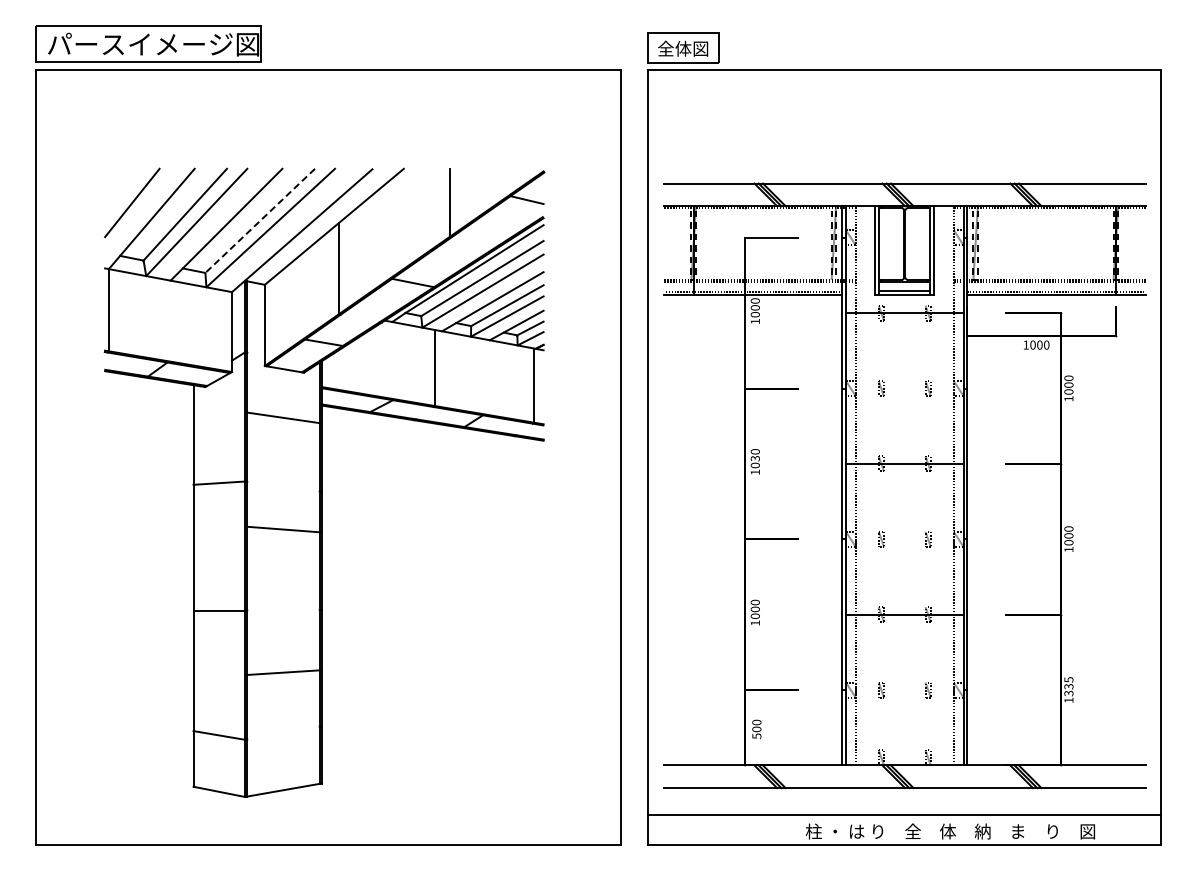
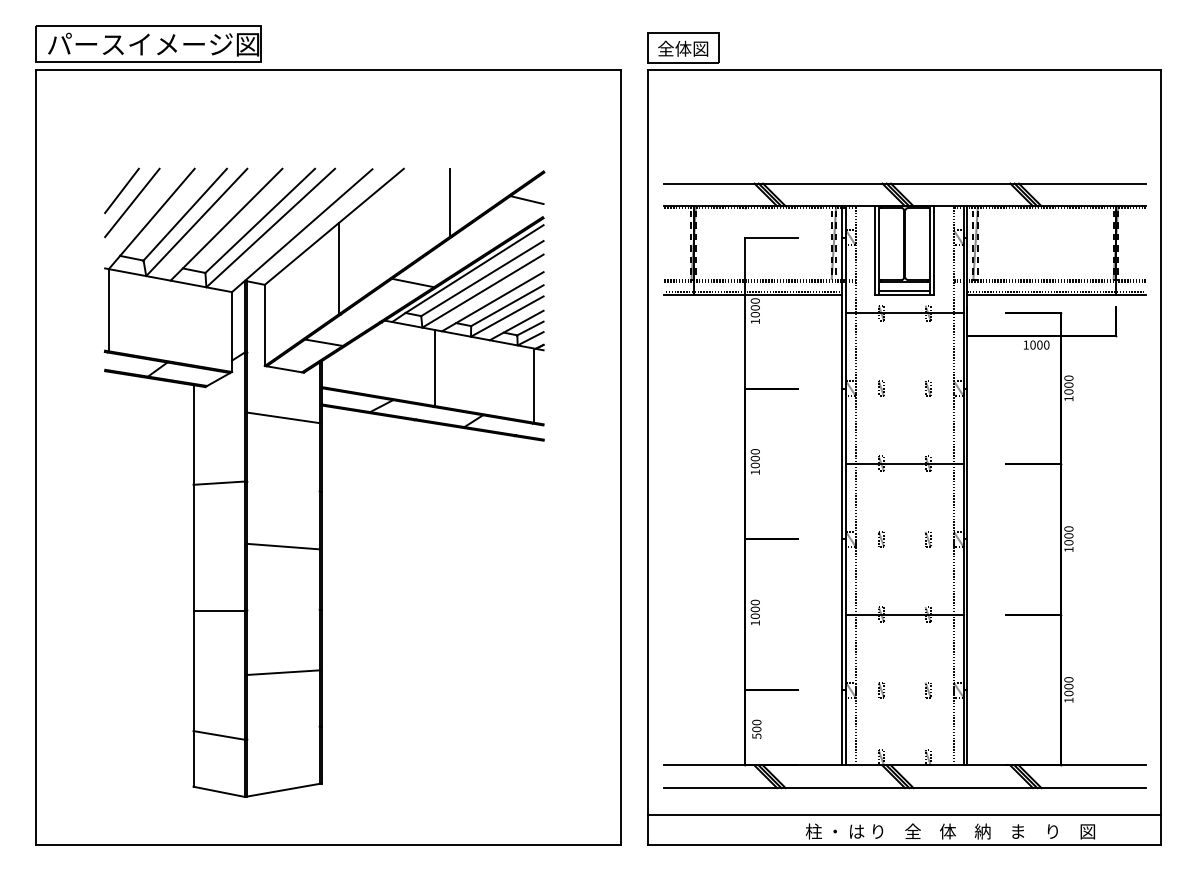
line at (121, 190): none -> present
line at (260, 221): dashed -> solid
text at (754, 458): 1030 -> 1000
line at (284, 529) position: (284, 529) -> (283, 546)
text at (1068, 686): 1335 -> 1000
